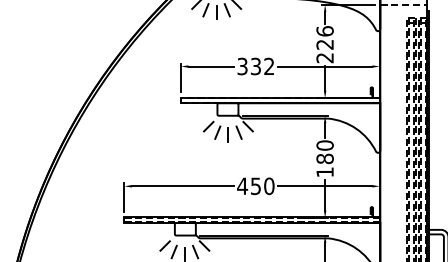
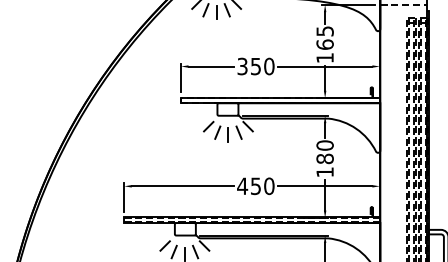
text at (324, 44): 226 -> 165
text at (262, 66): 332 -> 350
